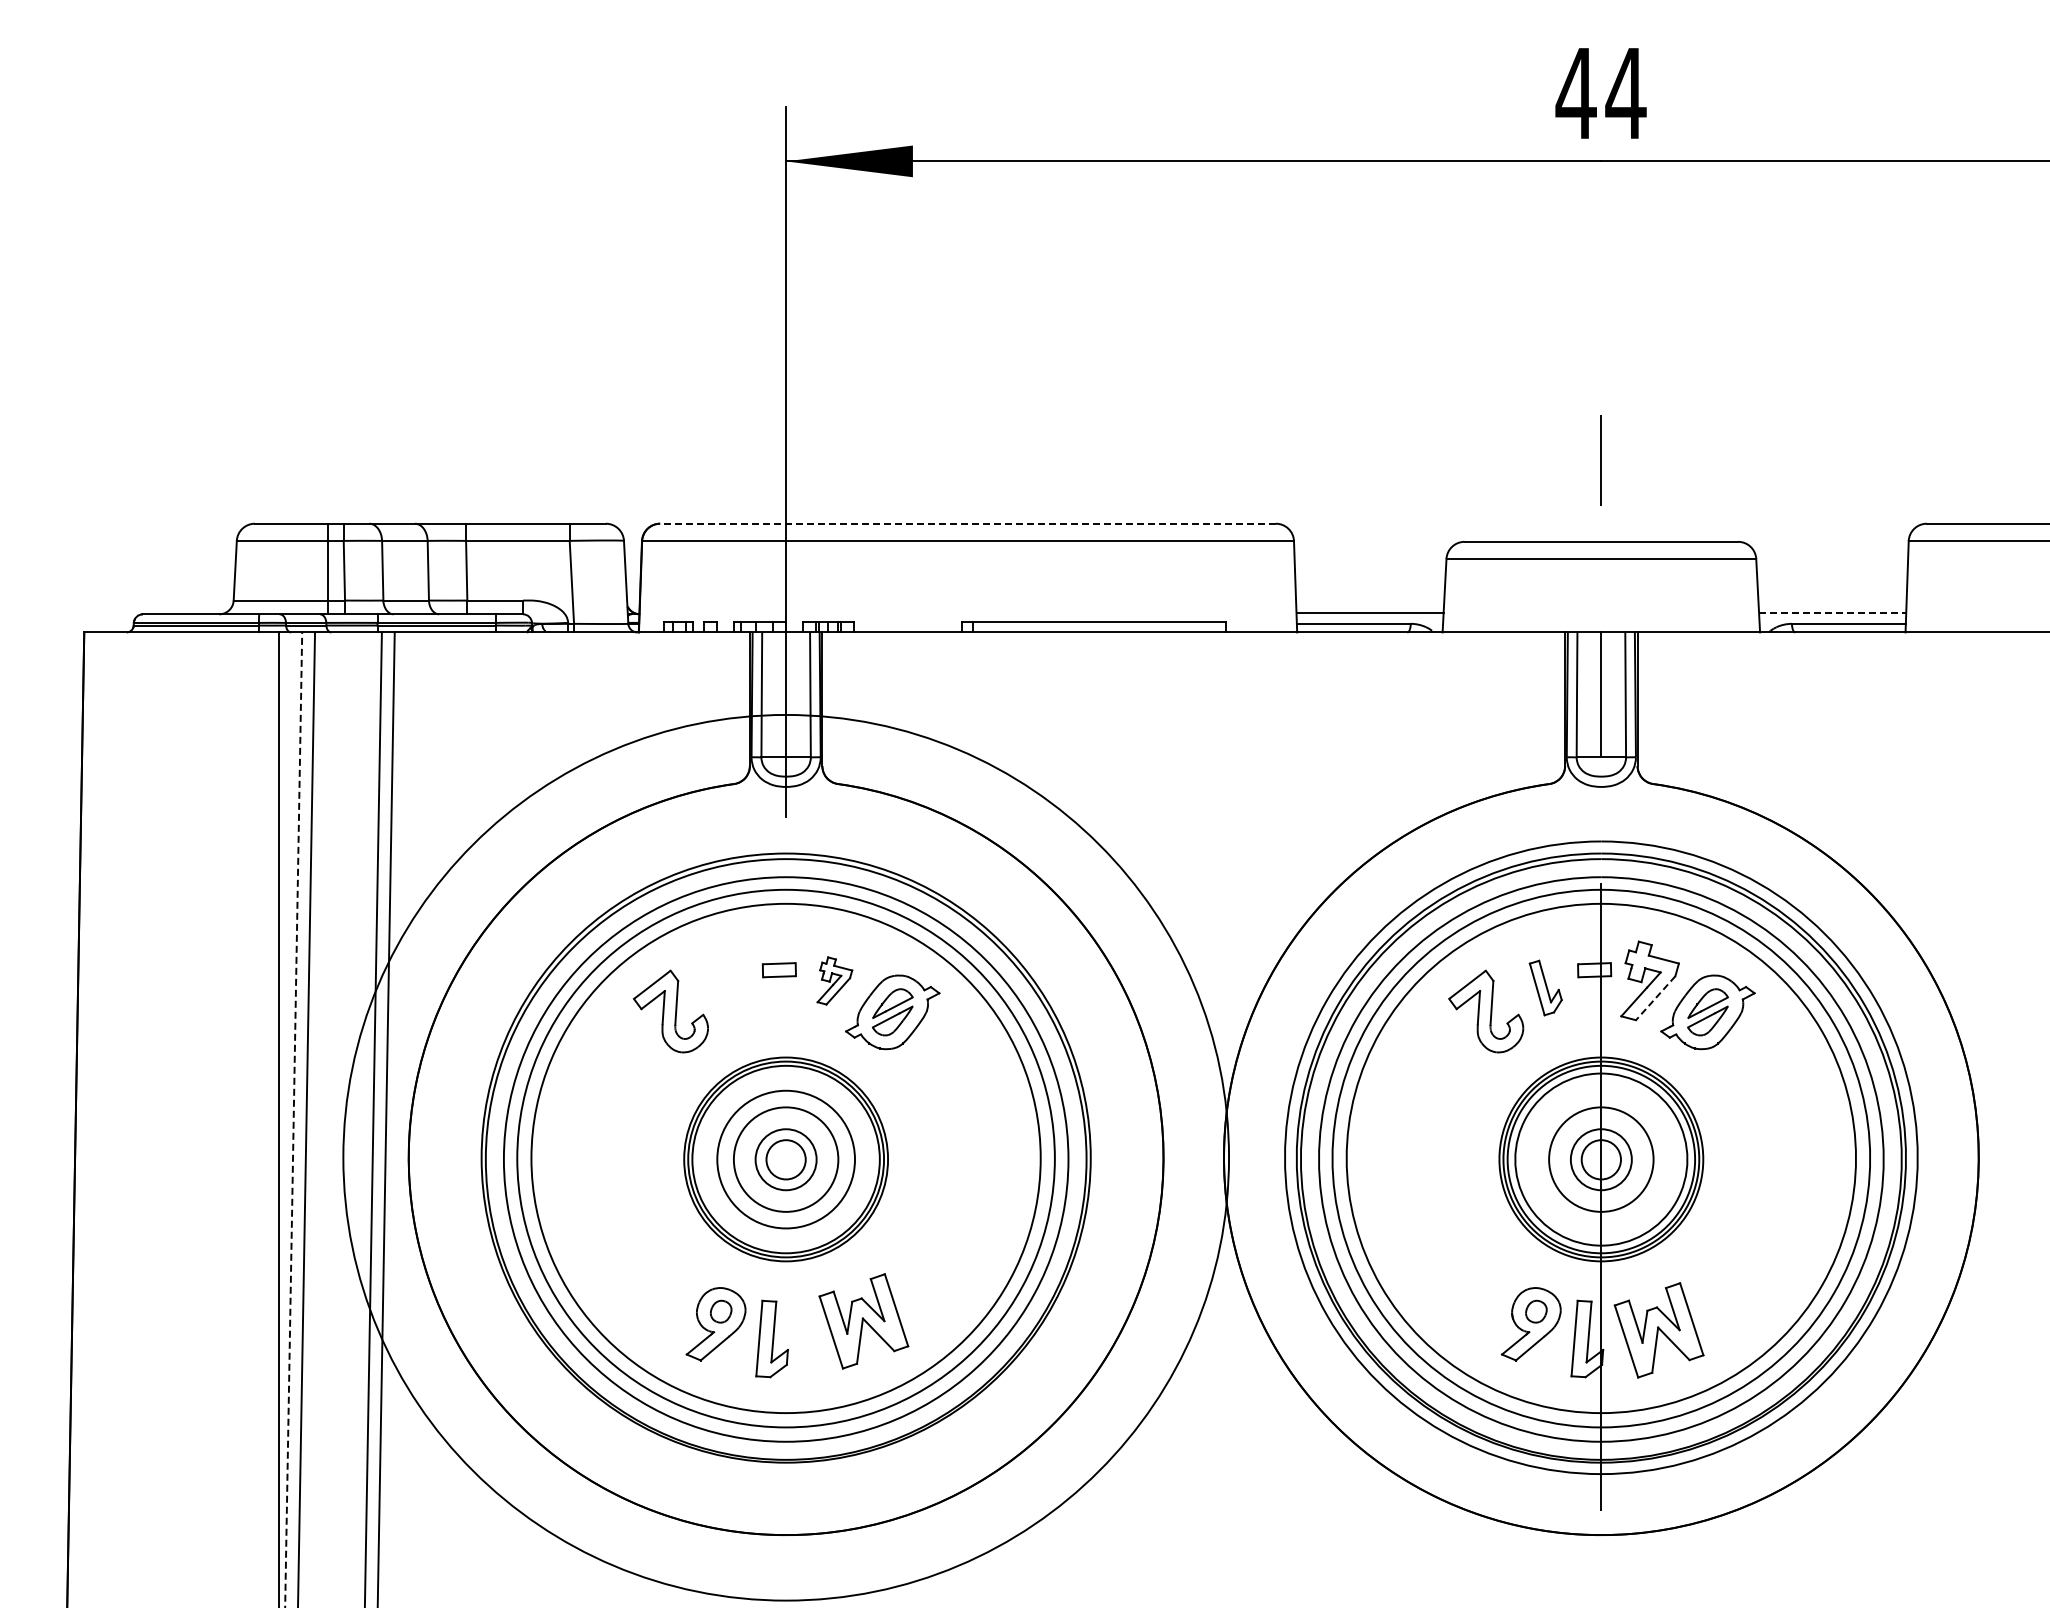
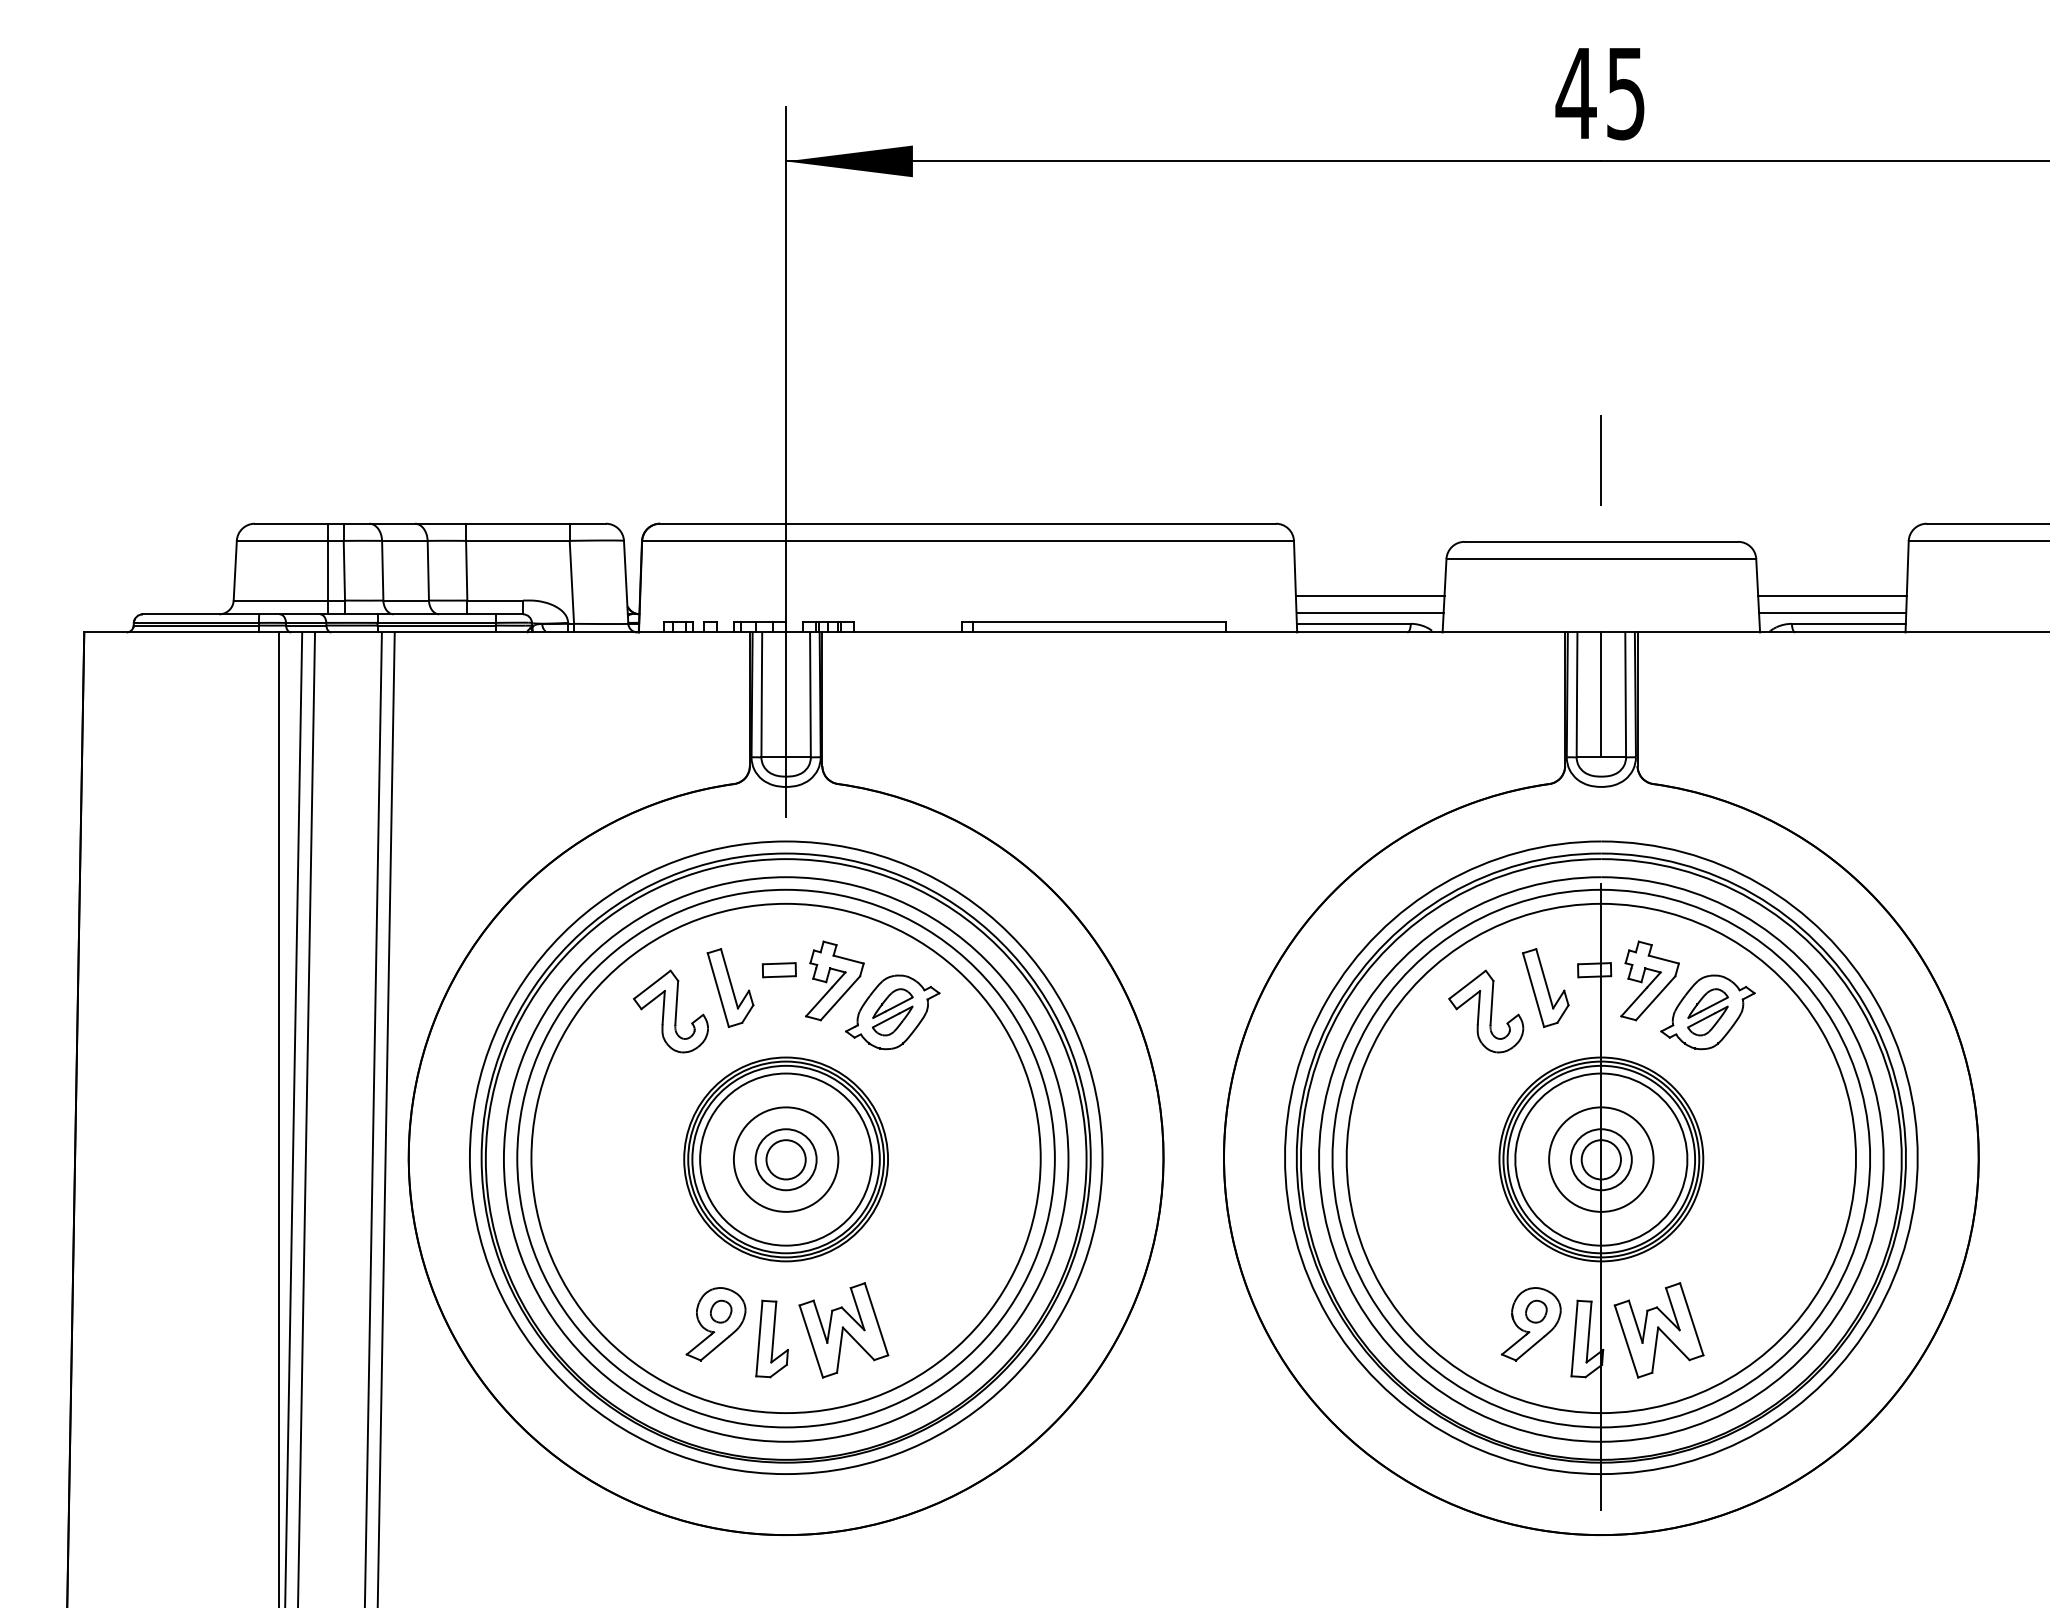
text at (1625, 94): 44 -> 45
line at (968, 523): dashed -> solid
line at (1369, 596): none -> present
line at (1832, 596): none -> present
line at (1832, 613): dashed -> solid
part at (834, 980) size: 38x50 px -> 60x82 px
part at (730, 987): none -> present
part at (1545, 987) size: 35x58 px -> 48x80 px
line at (1655, 998): dashed -> solid
line at (293, 1120): dashed -> solid
circle at (786, 1157) diameter: 886 px -> 633 px
circle at (786, 1159) diameter: 138 px -> 172 px
part at (863, 1321) position: (863, 1321) -> (843, 1330)
